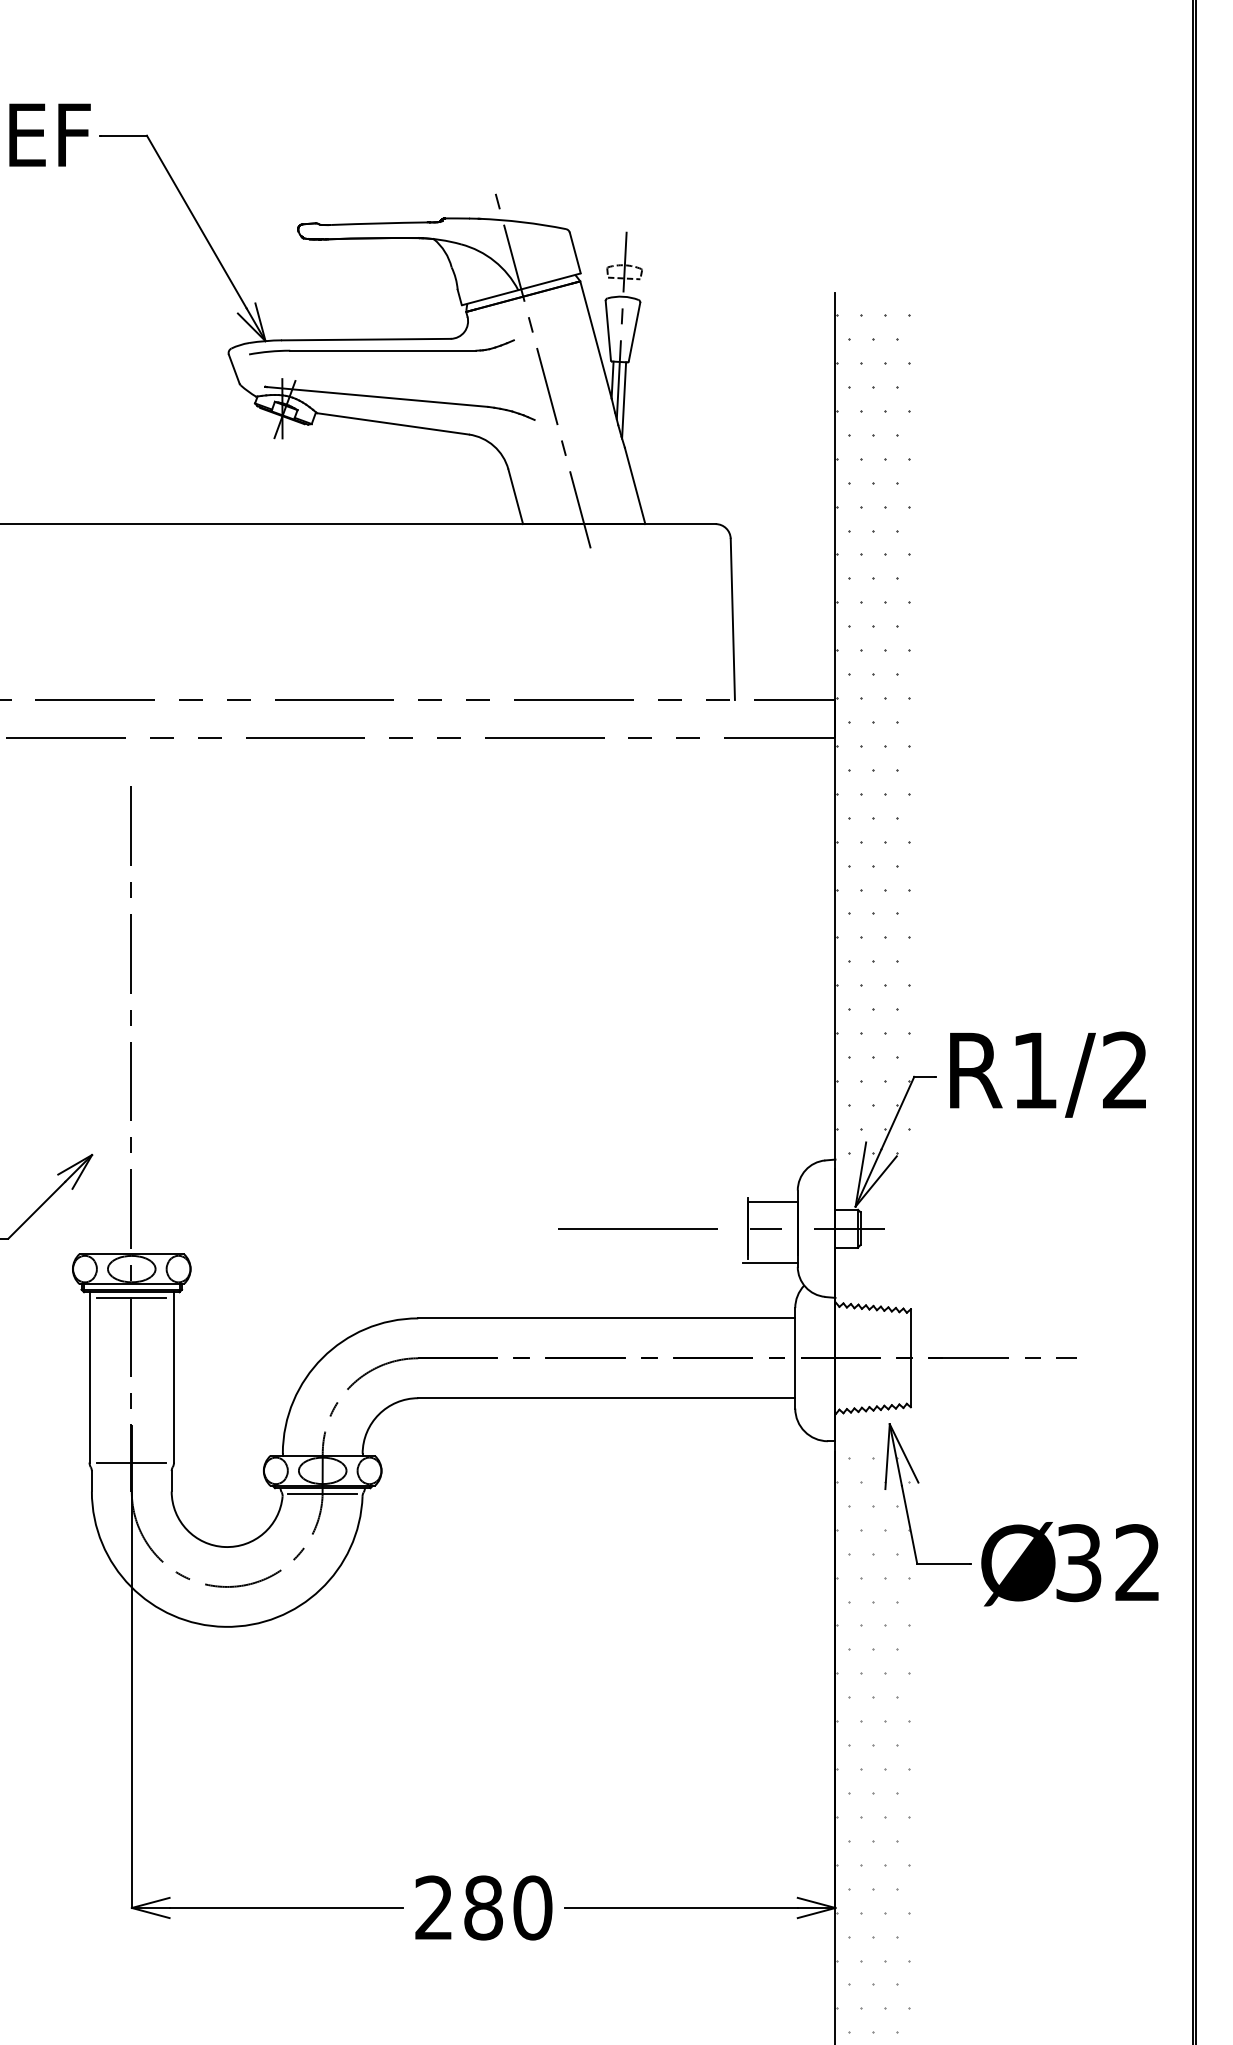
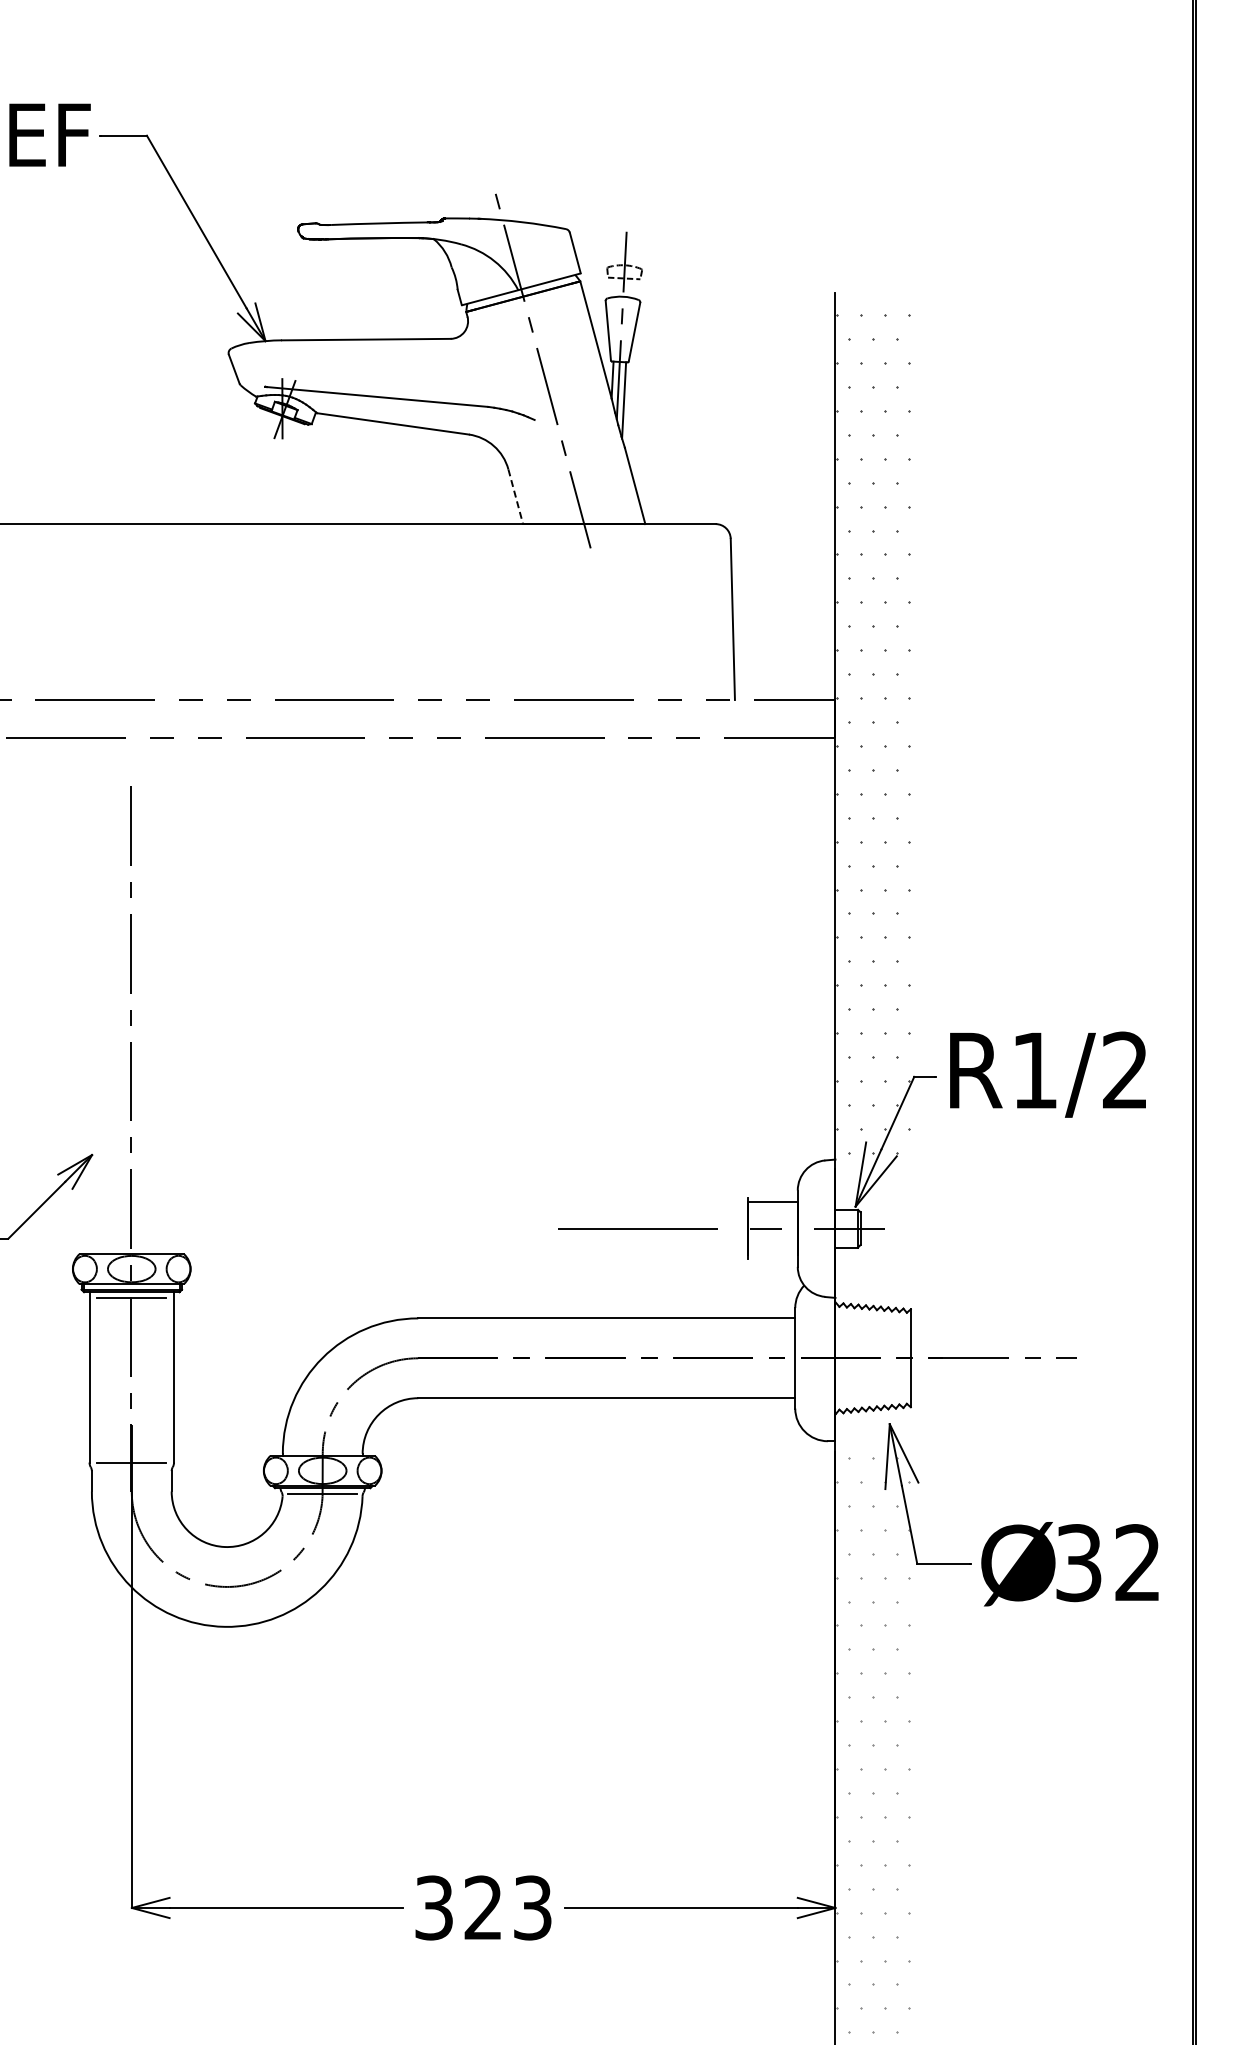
part at (381, 347): present -> none
line at (515, 497): solid -> dashed
line at (770, 1263): present -> none
text at (483, 1907): 280 -> 323
